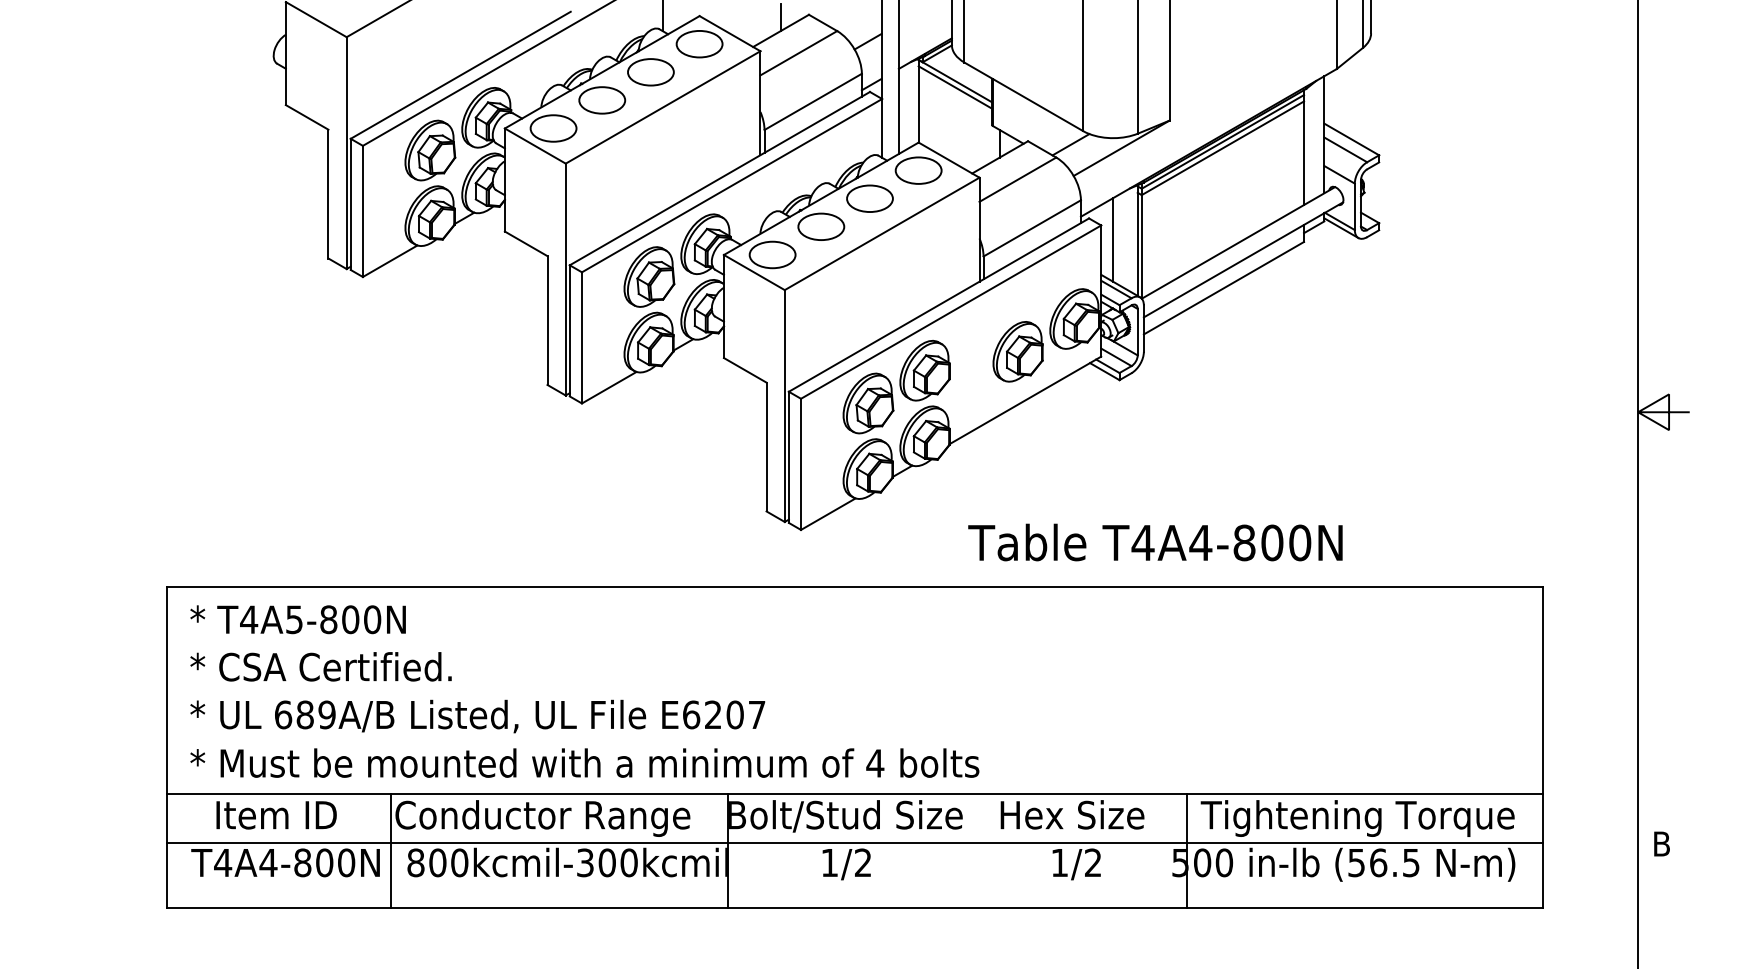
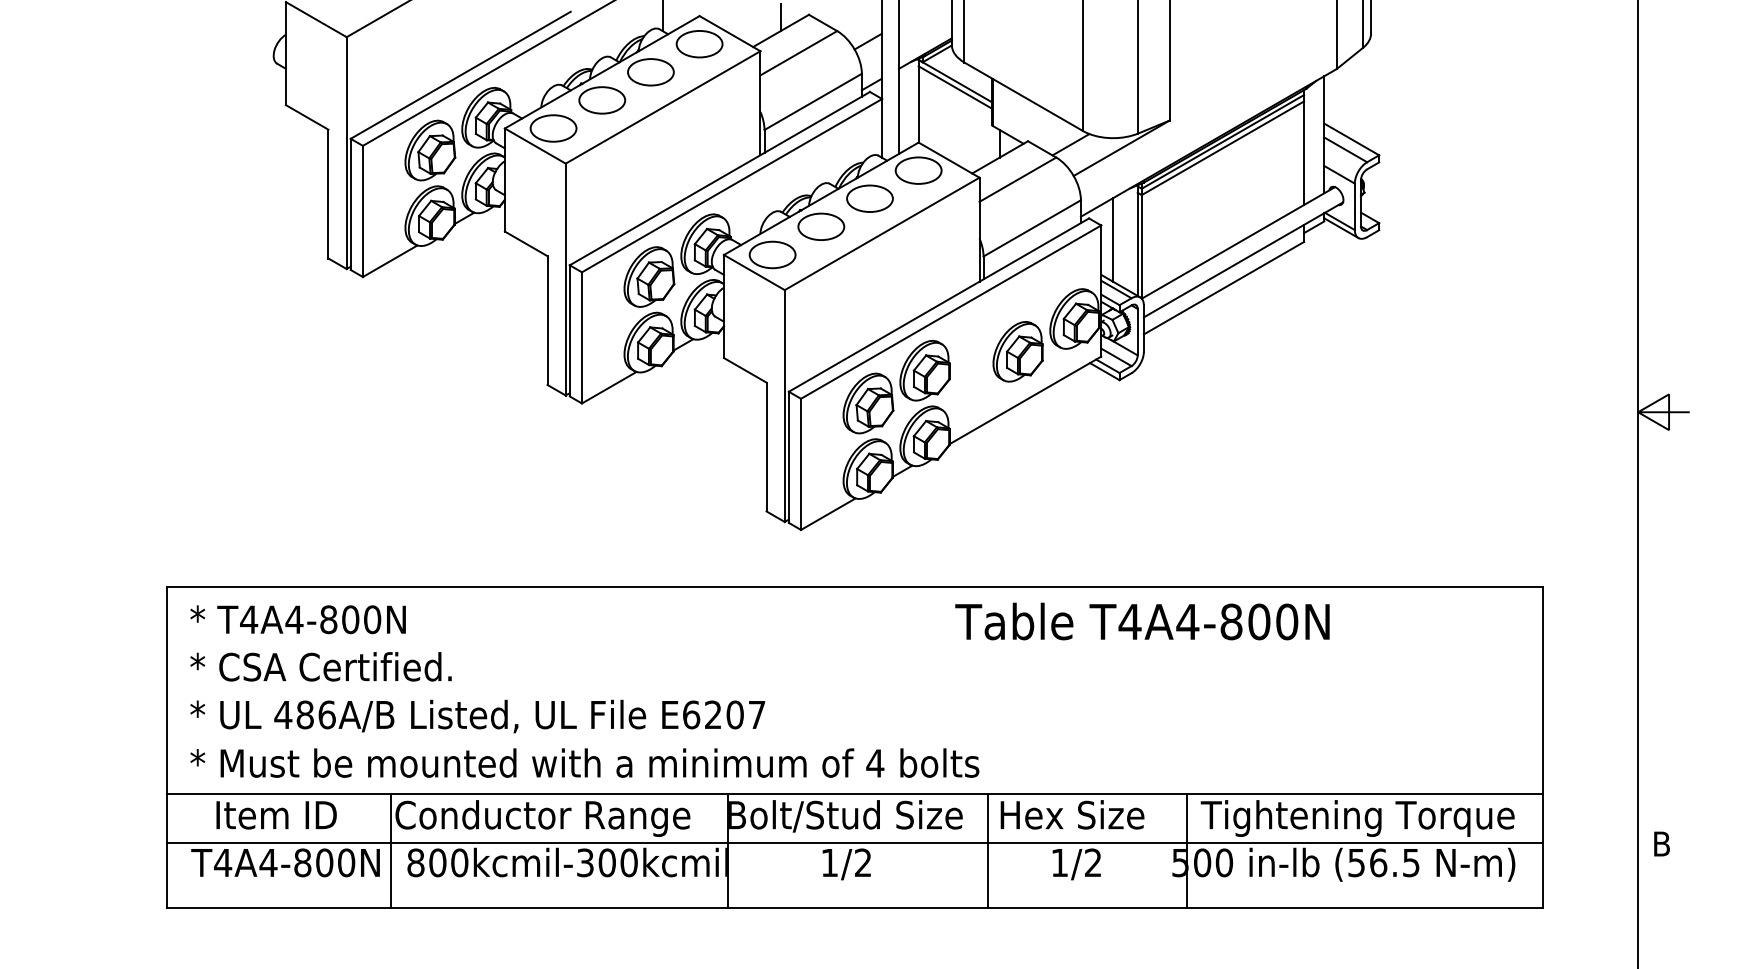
text at (1155, 542) position: (1155, 542) -> (1142, 621)
text at (294, 619): T4A5-800N -> T4A4-800N
text at (304, 714): 689A/B -> 486A/B
line at (987, 850): none -> present
